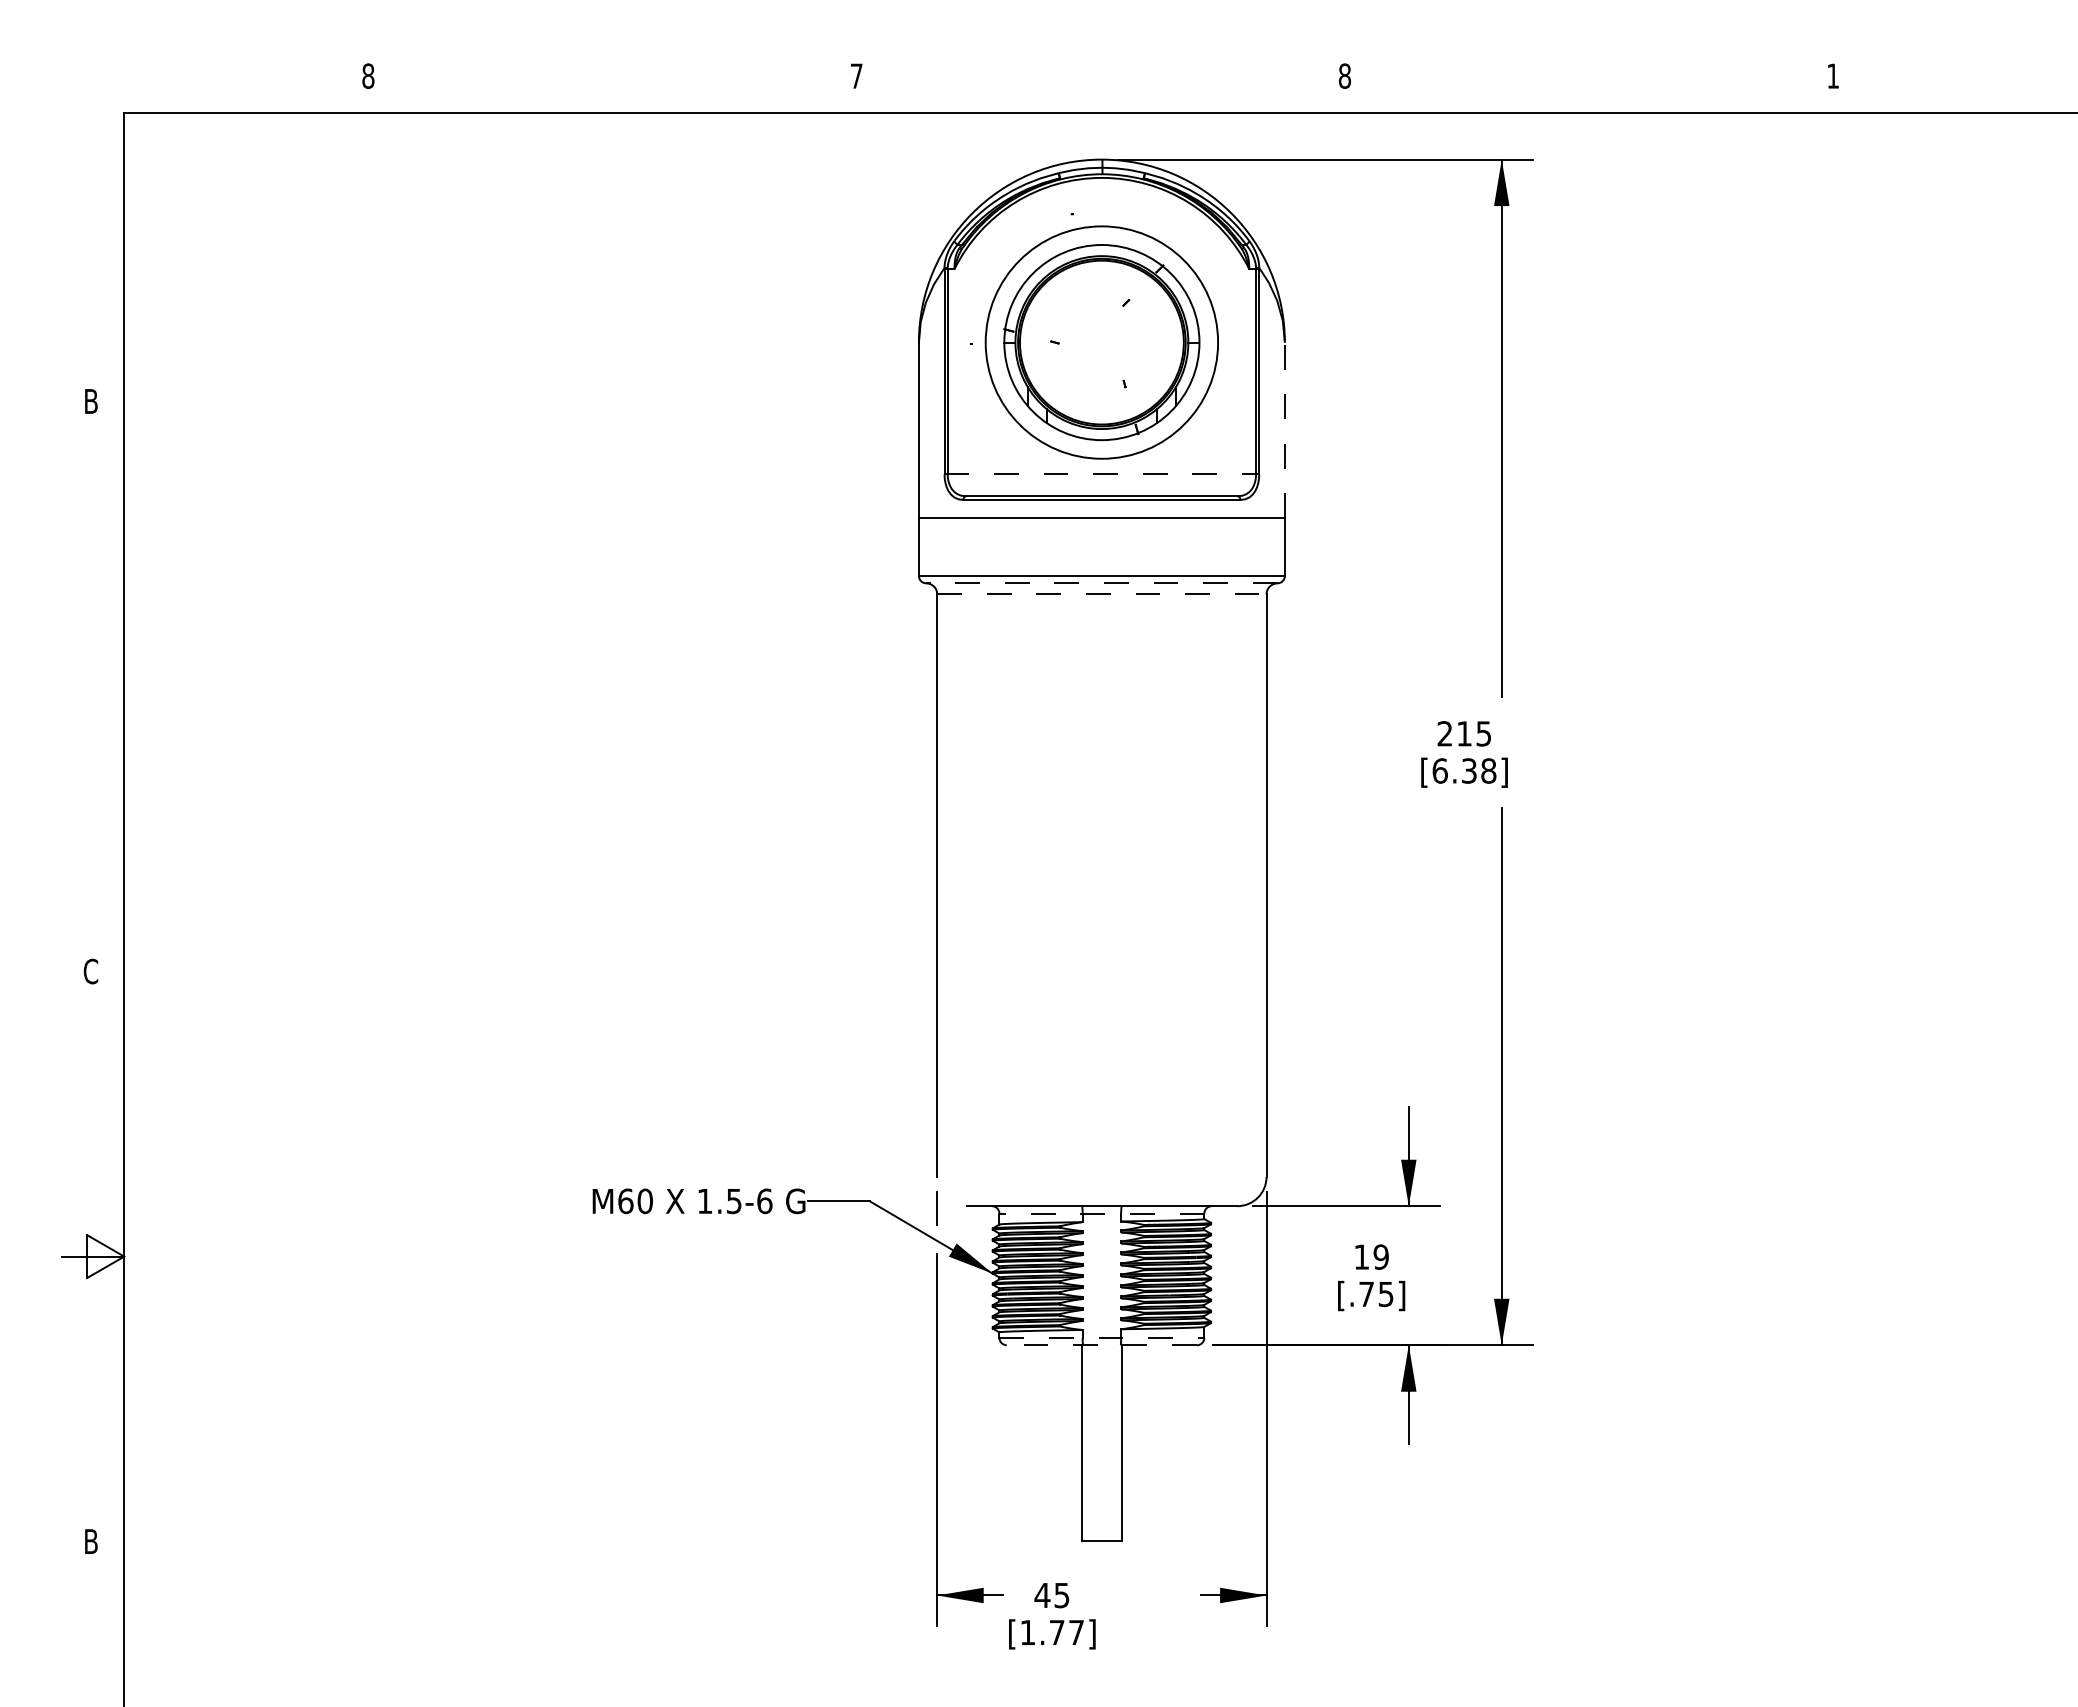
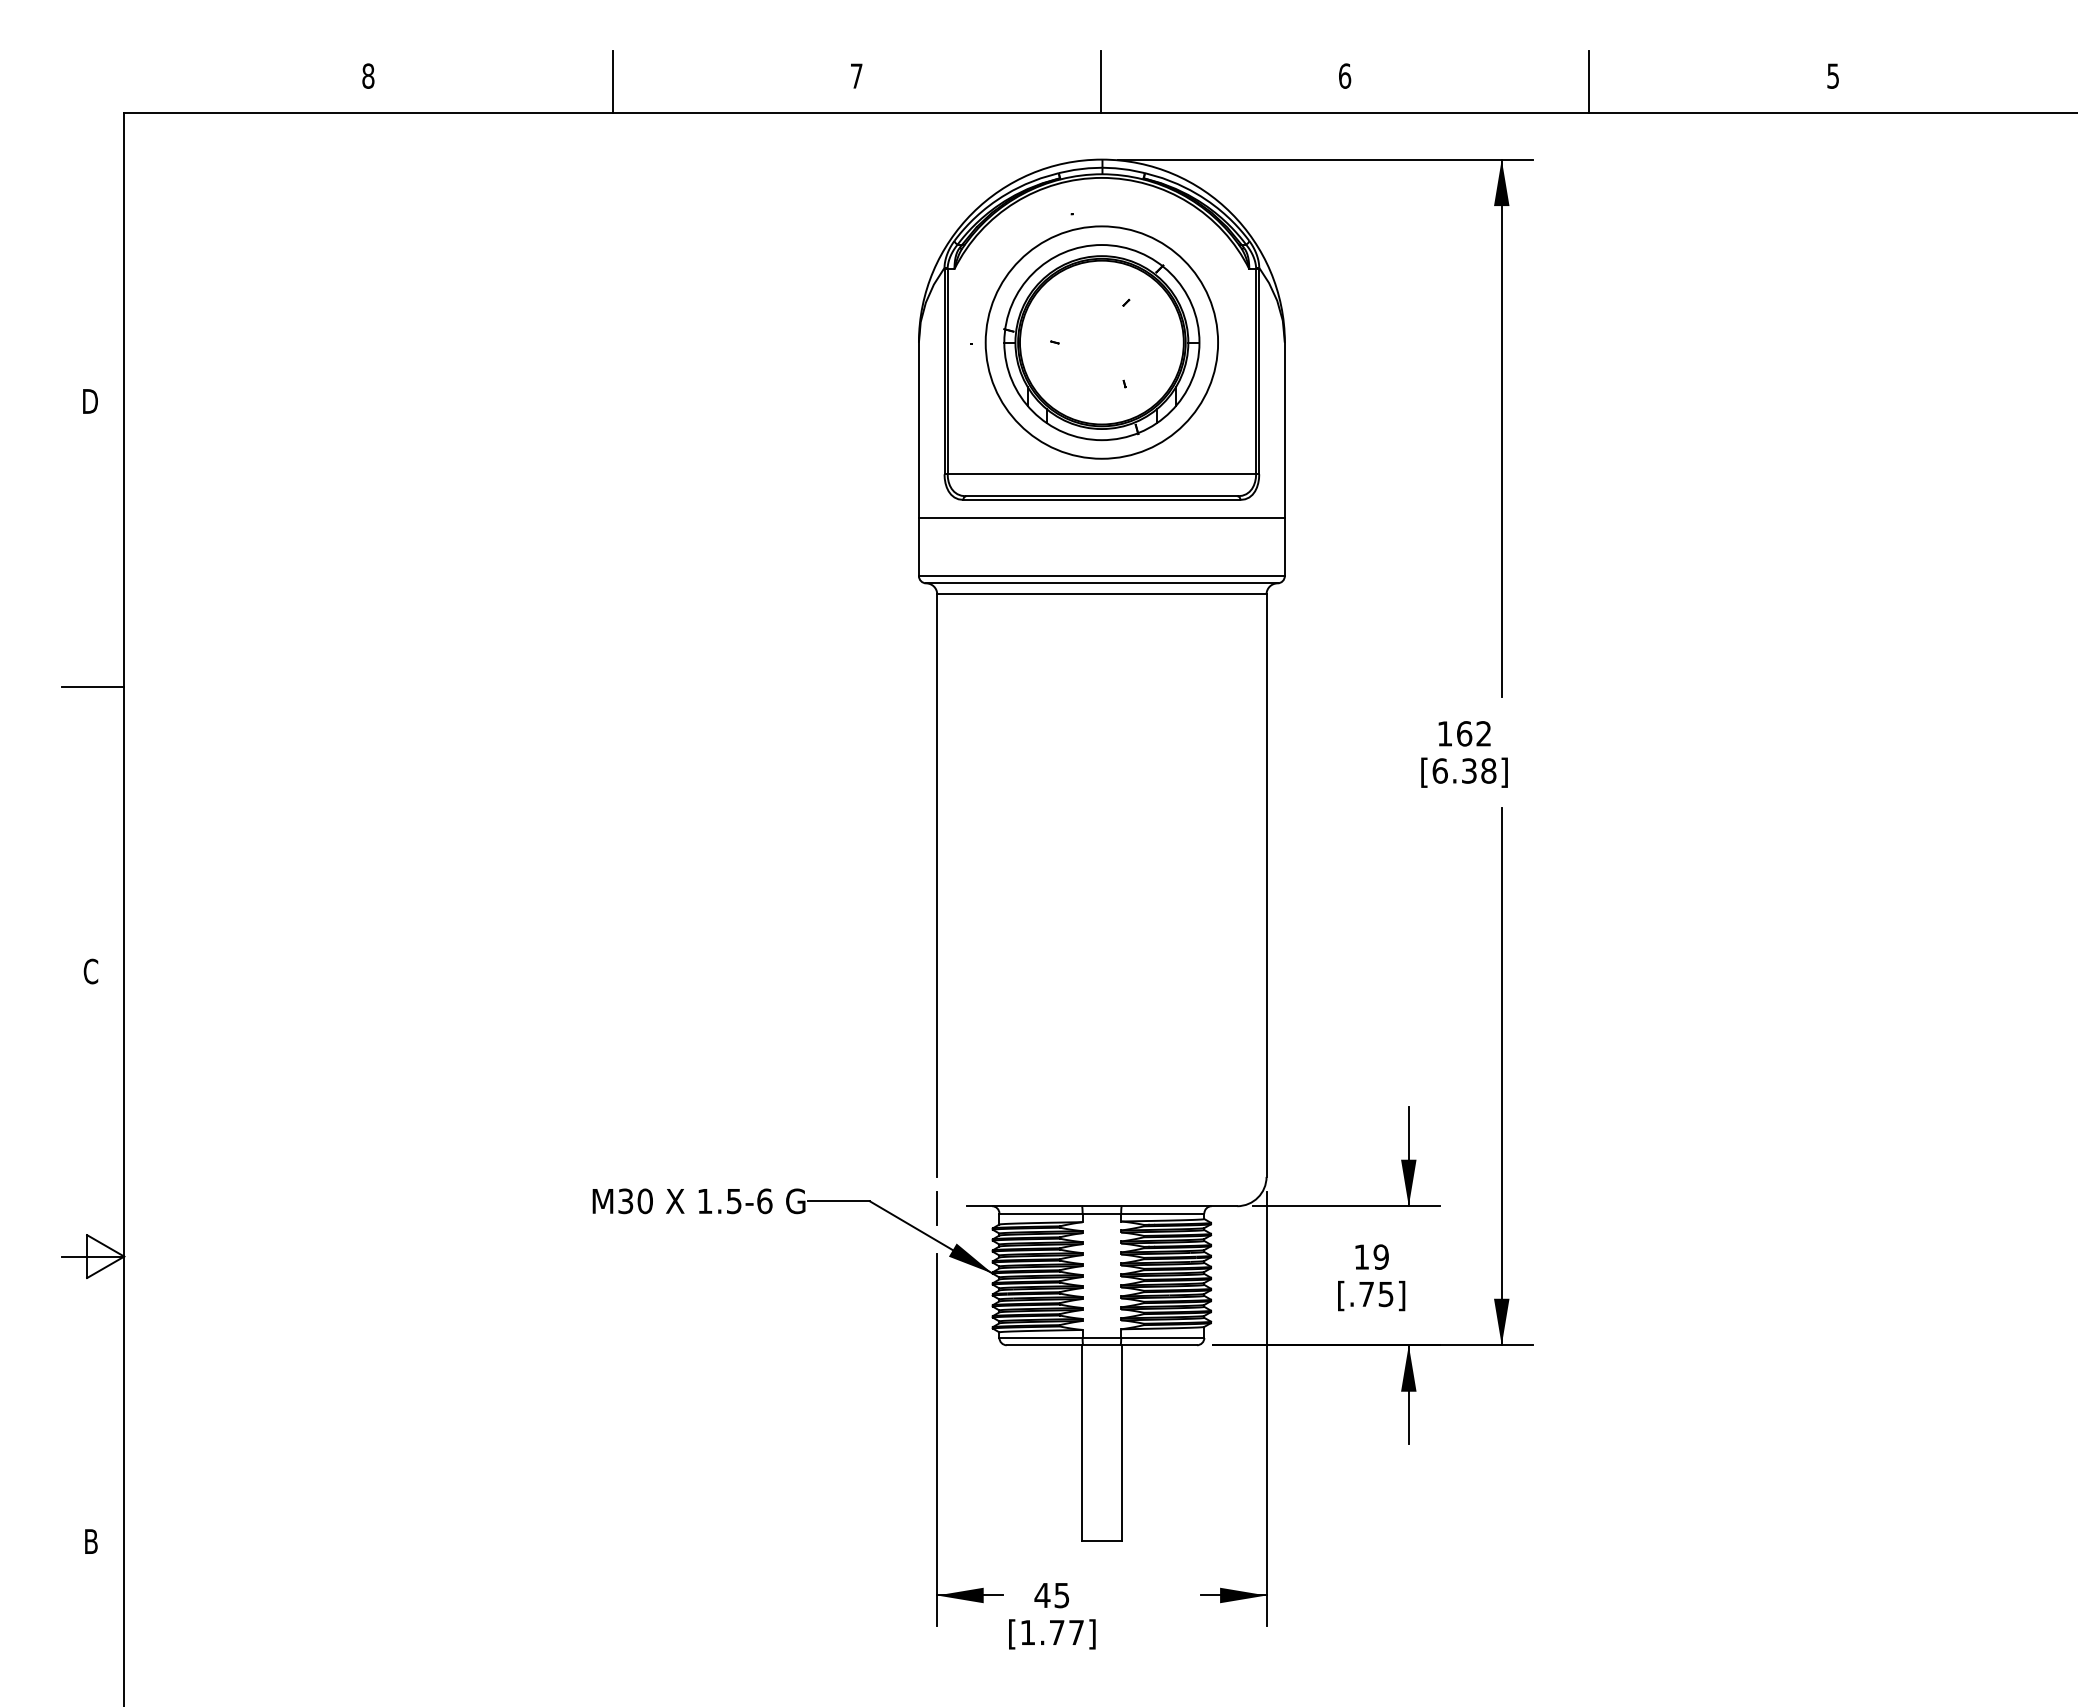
text at (1345, 75): 8 -> 6
text at (1832, 75): 1 -> 5
line at (612, 82): none -> present
line at (1100, 82): none -> present
line at (1589, 82): none -> present
text at (90, 401): B -> D
line at (1284, 430): dashed -> solid
line at (1102, 474): dashed -> solid
line at (1101, 583): dashed -> solid
line at (1101, 594): dashed -> solid
line at (93, 686): none -> present
text at (1463, 733): 215 -> 162
text at (625, 1201): M60 -> M30
line at (1101, 1213): dashed -> solid
line at (1102, 1337): dashed -> solid
line at (1101, 1345): dashed -> solid
